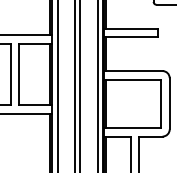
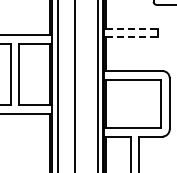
line at (132, 28): solid -> dashed
line at (132, 37): solid -> dashed
line at (80, 85): present -> none
